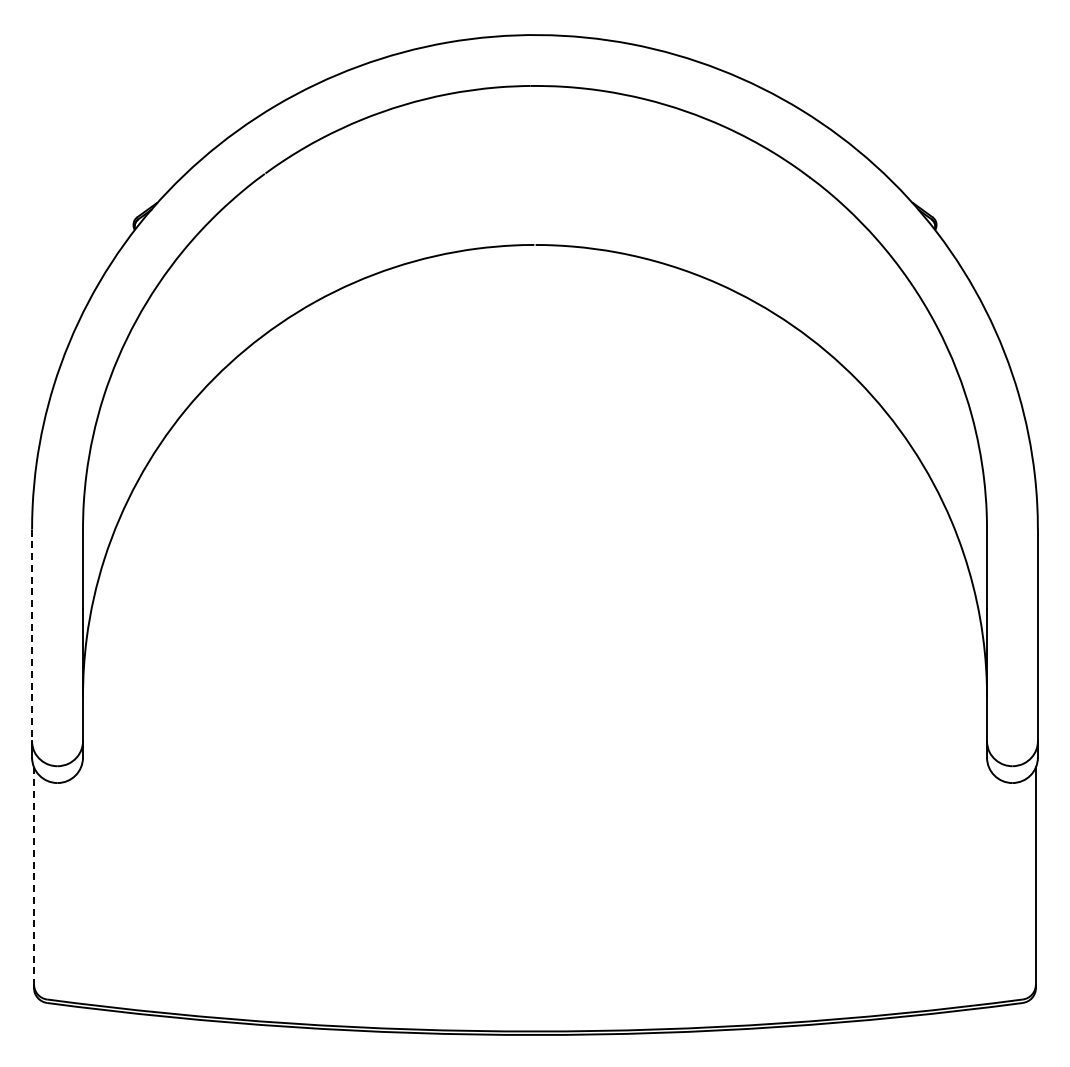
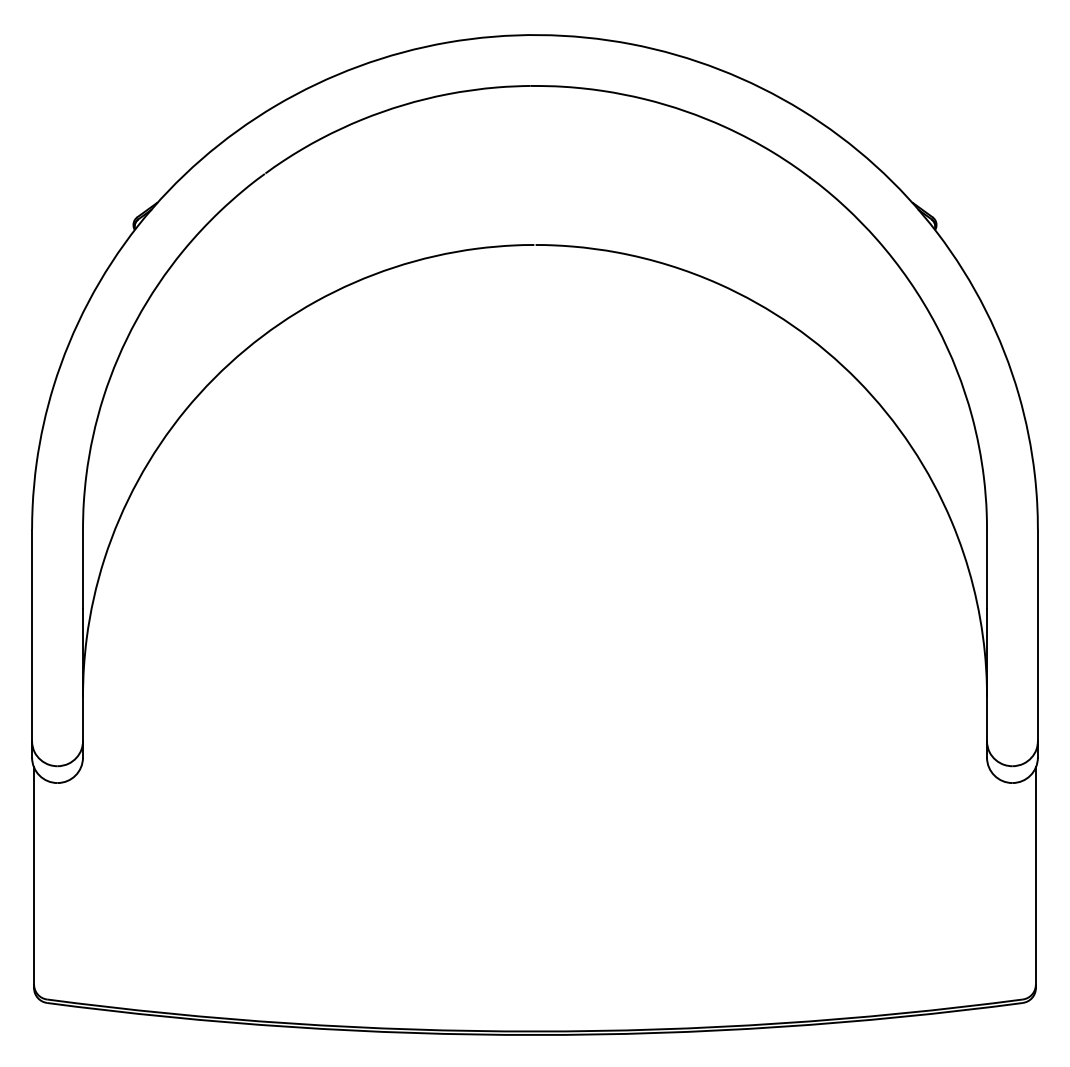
line at (32, 635): dashed -> solid
line at (34, 876): dashed -> solid
